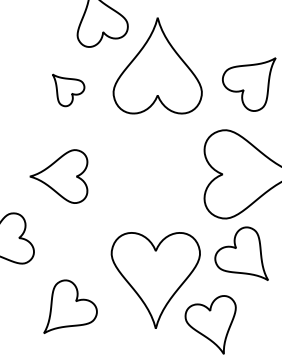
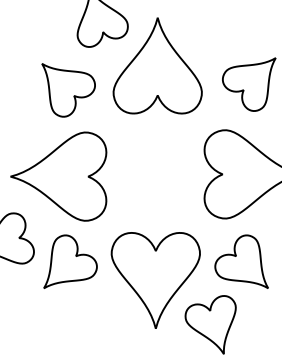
part at (68, 90) size: 34x35 px -> 55x55 px
part at (58, 176) size: 60x55 px -> 98x91 px
part at (241, 253) position: (241, 253) -> (241, 261)
part at (70, 306) position: (70, 306) -> (70, 261)
